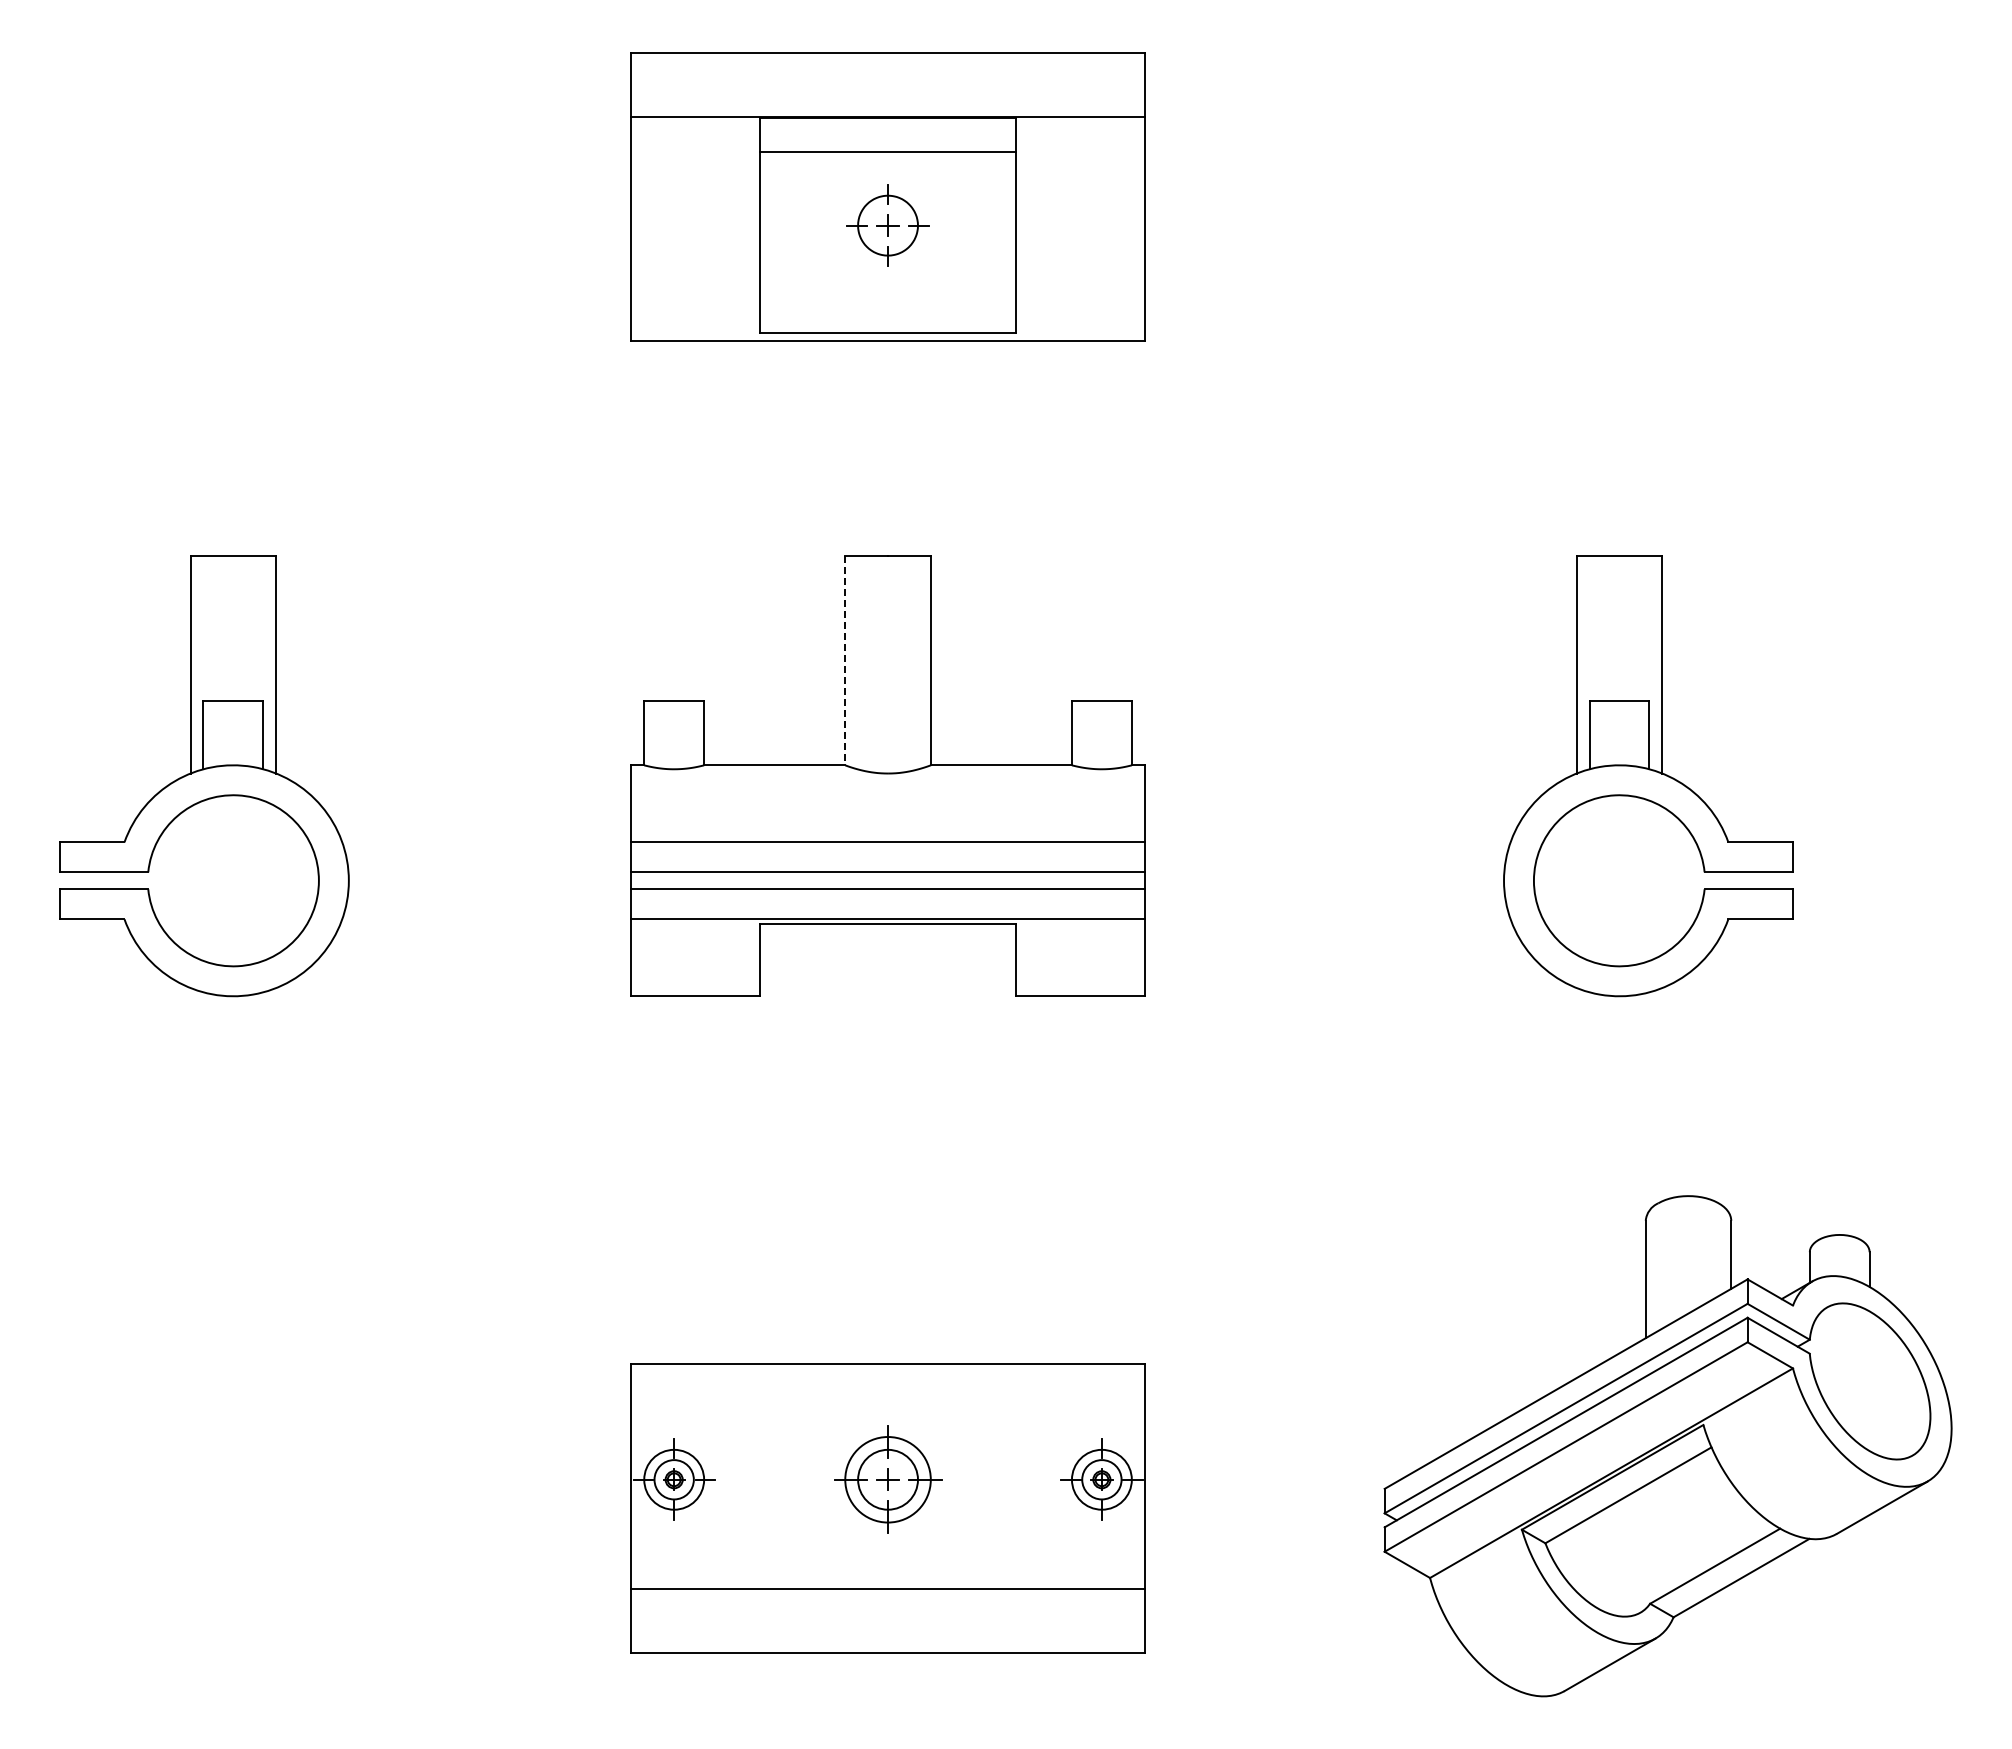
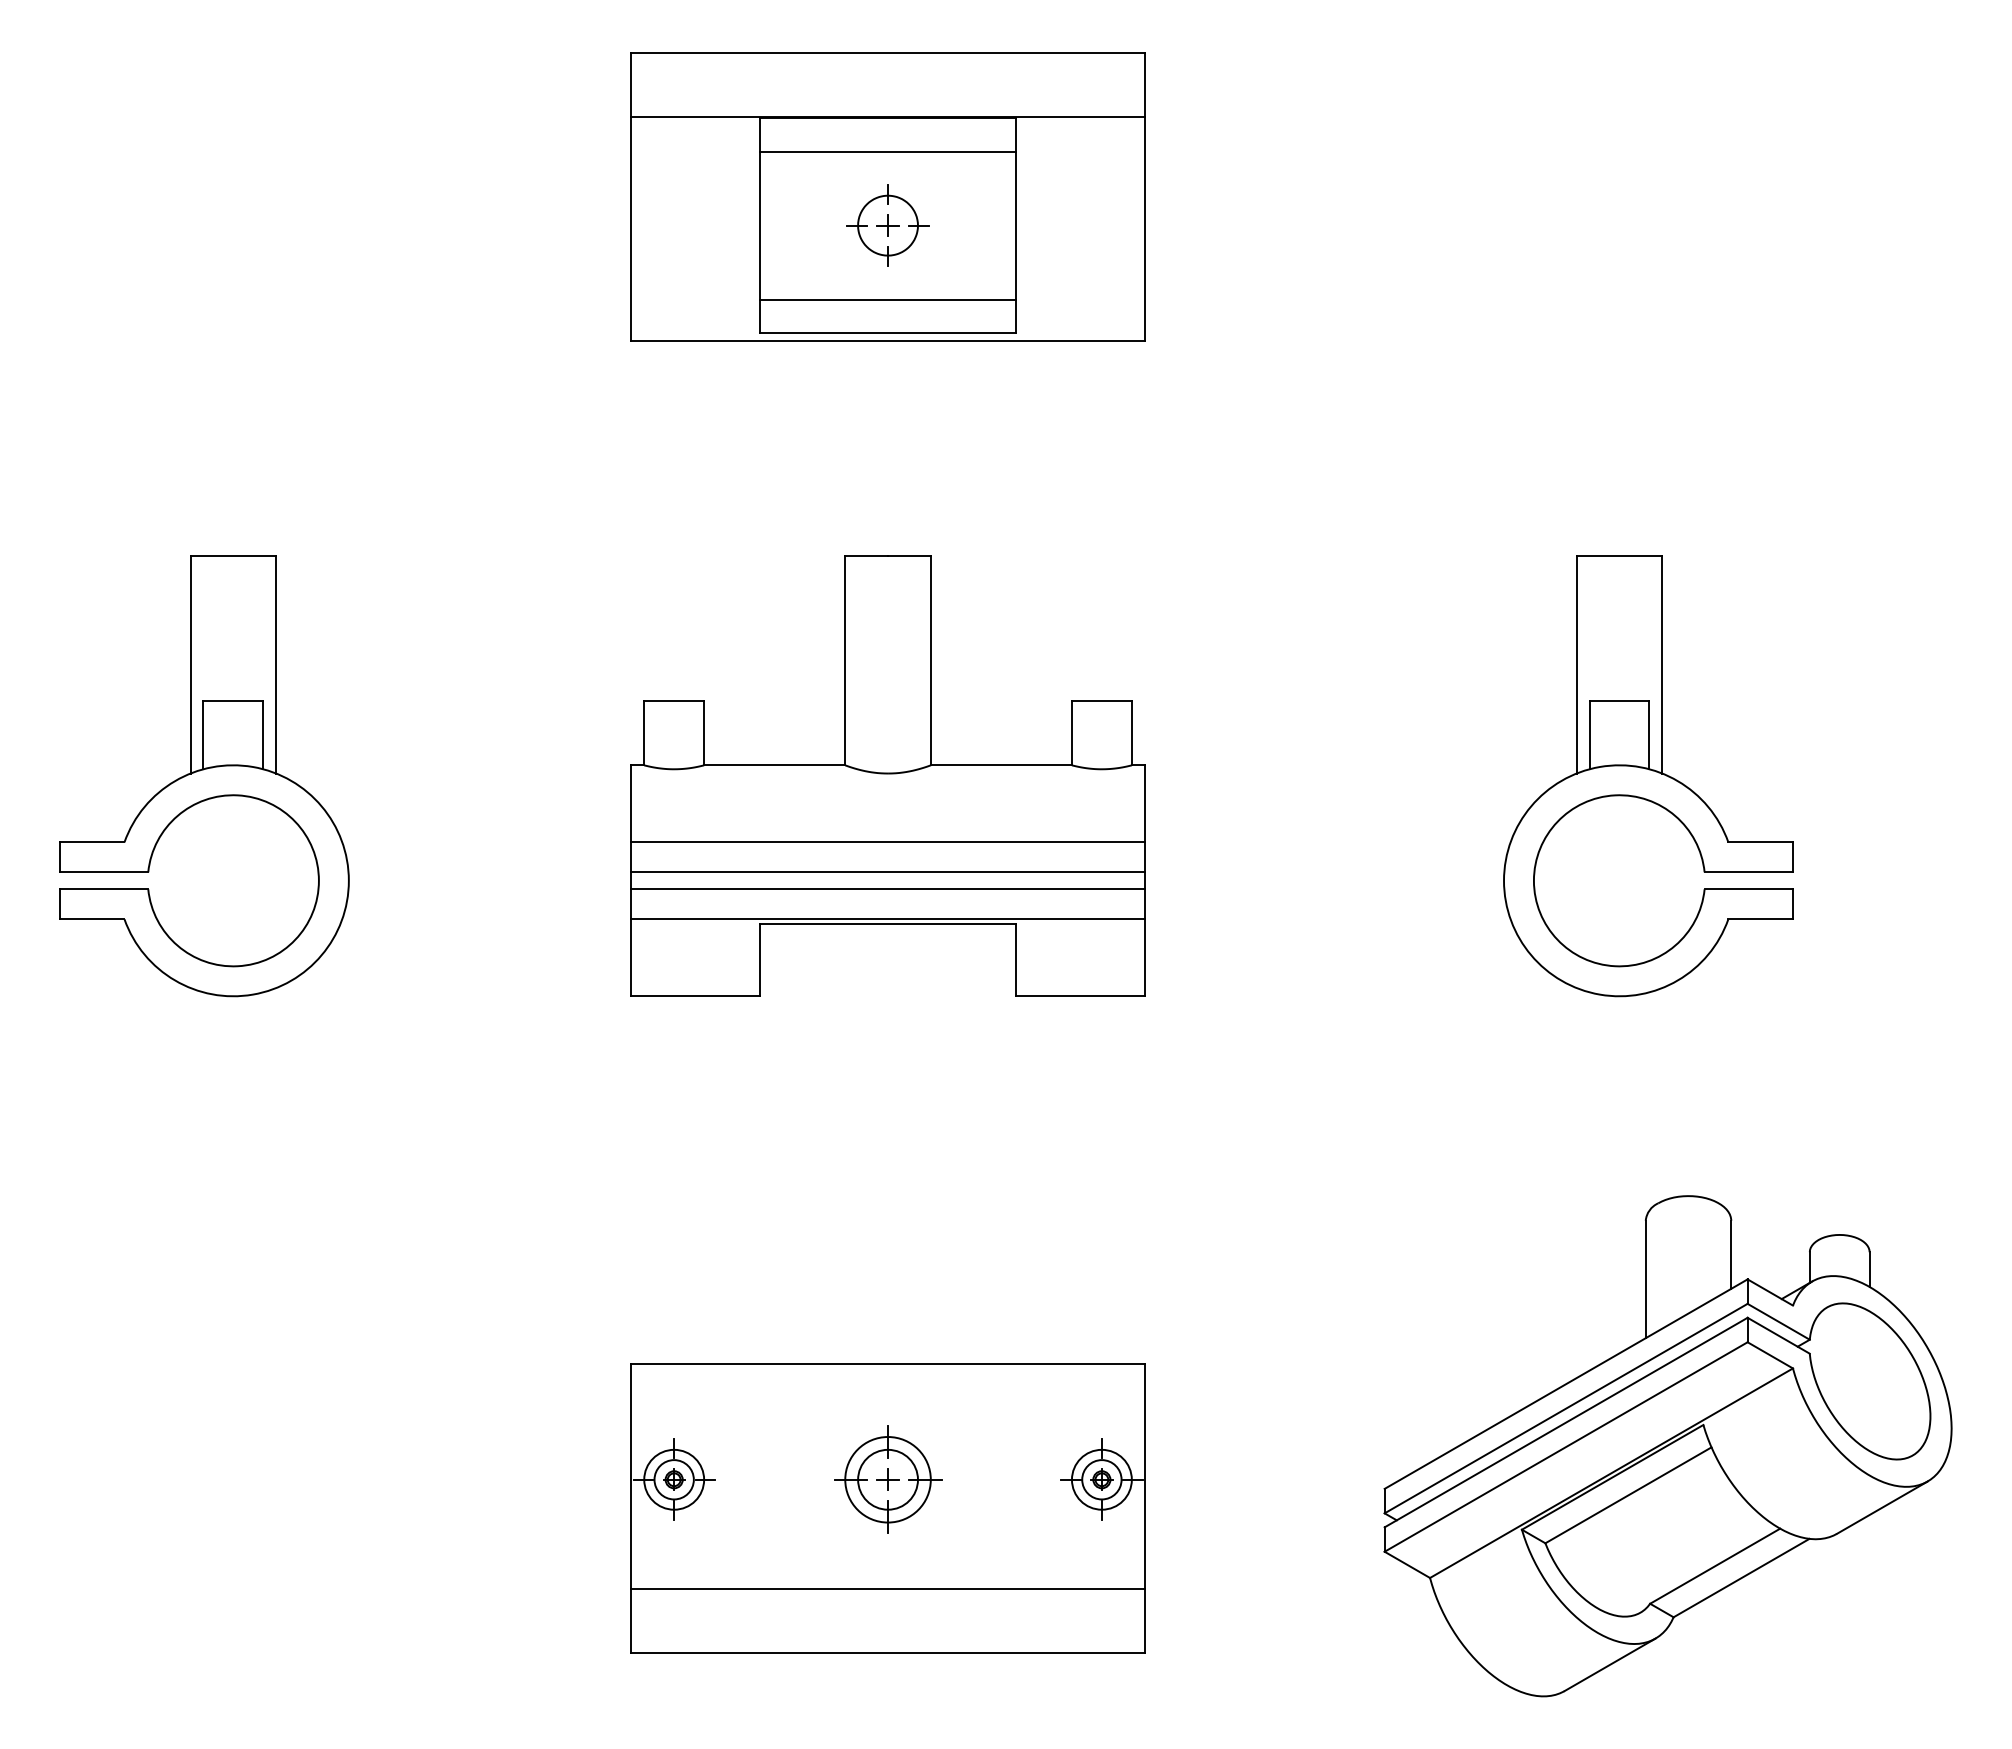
line at (887, 299): none -> present
line at (845, 660): dashed -> solid
